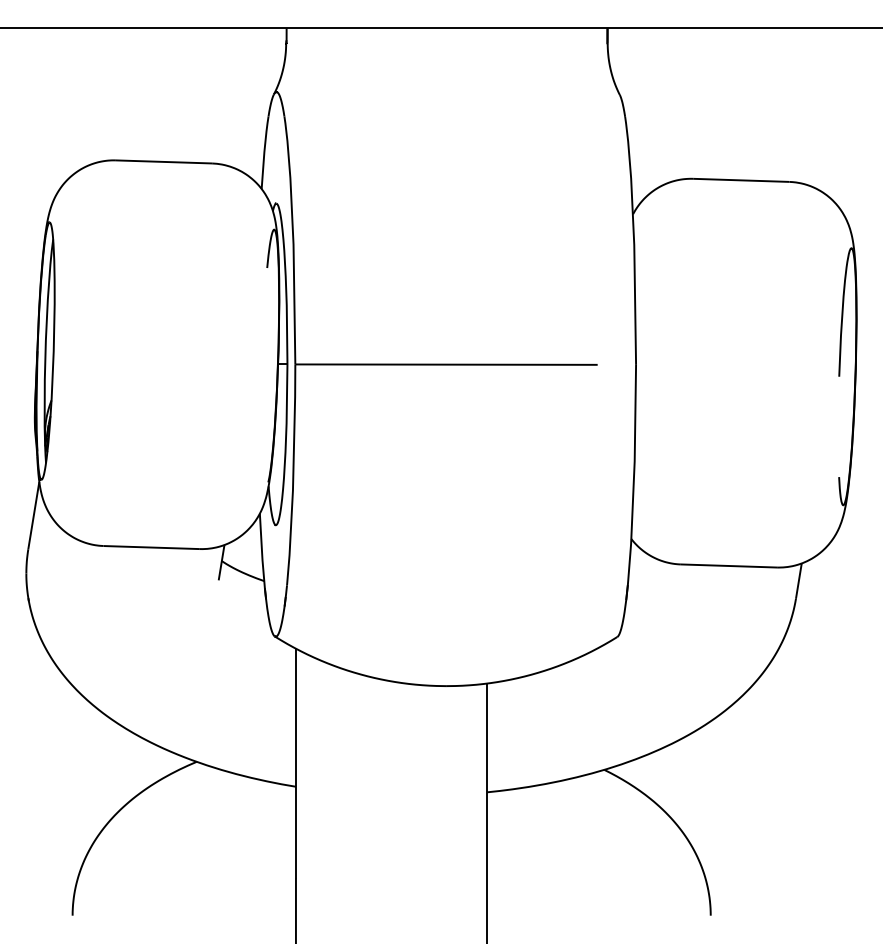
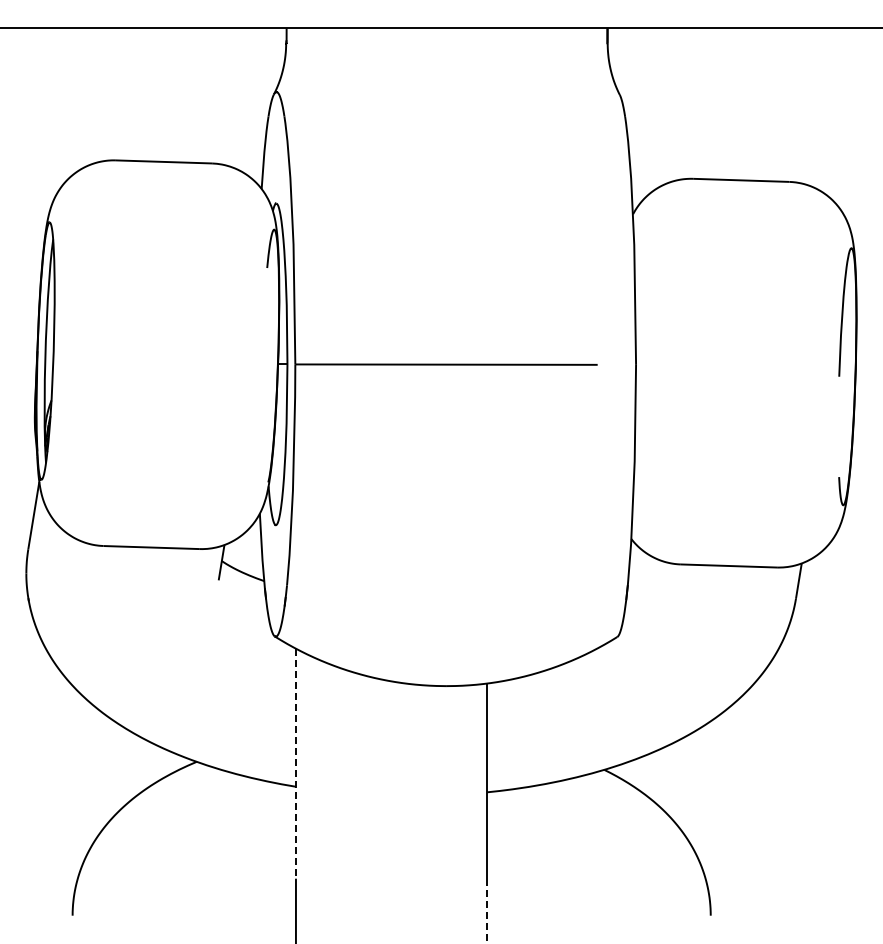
line at (295, 763): solid -> dashed
line at (487, 910): solid -> dashed
